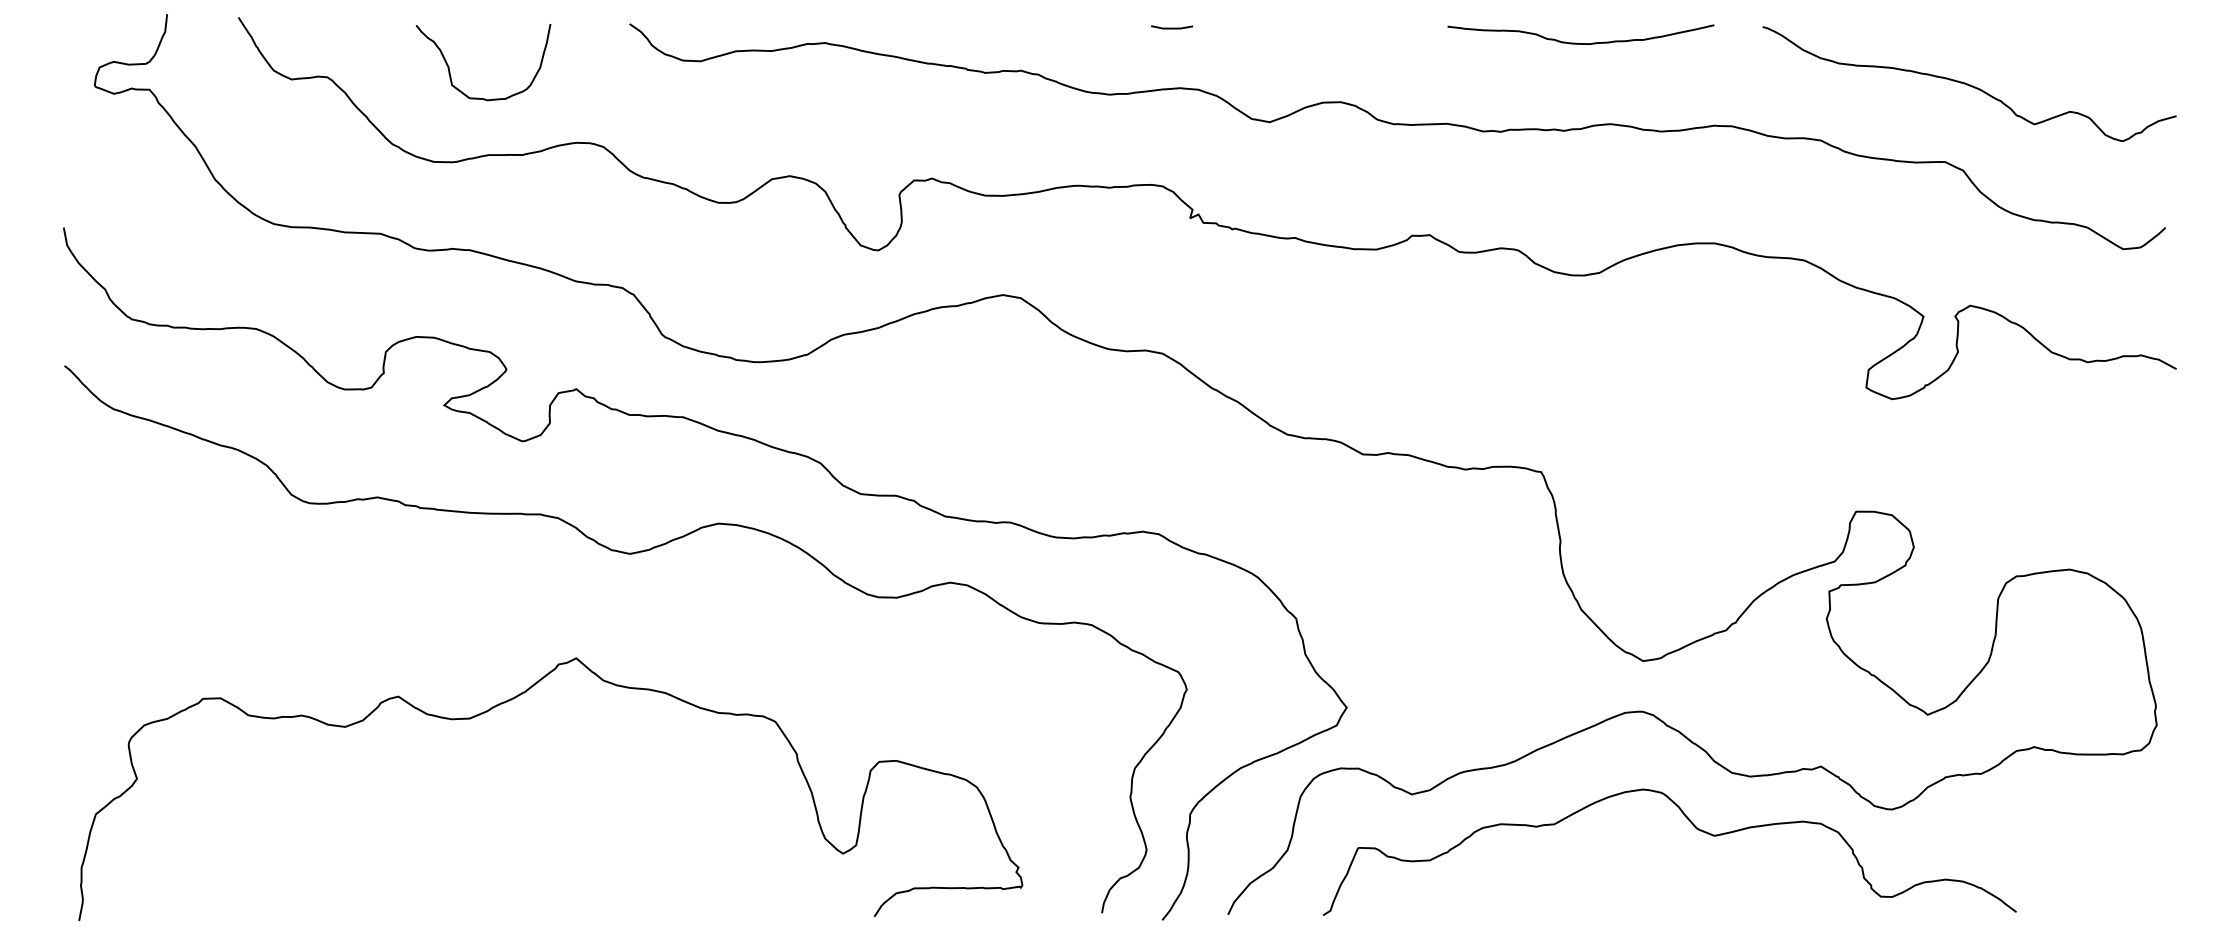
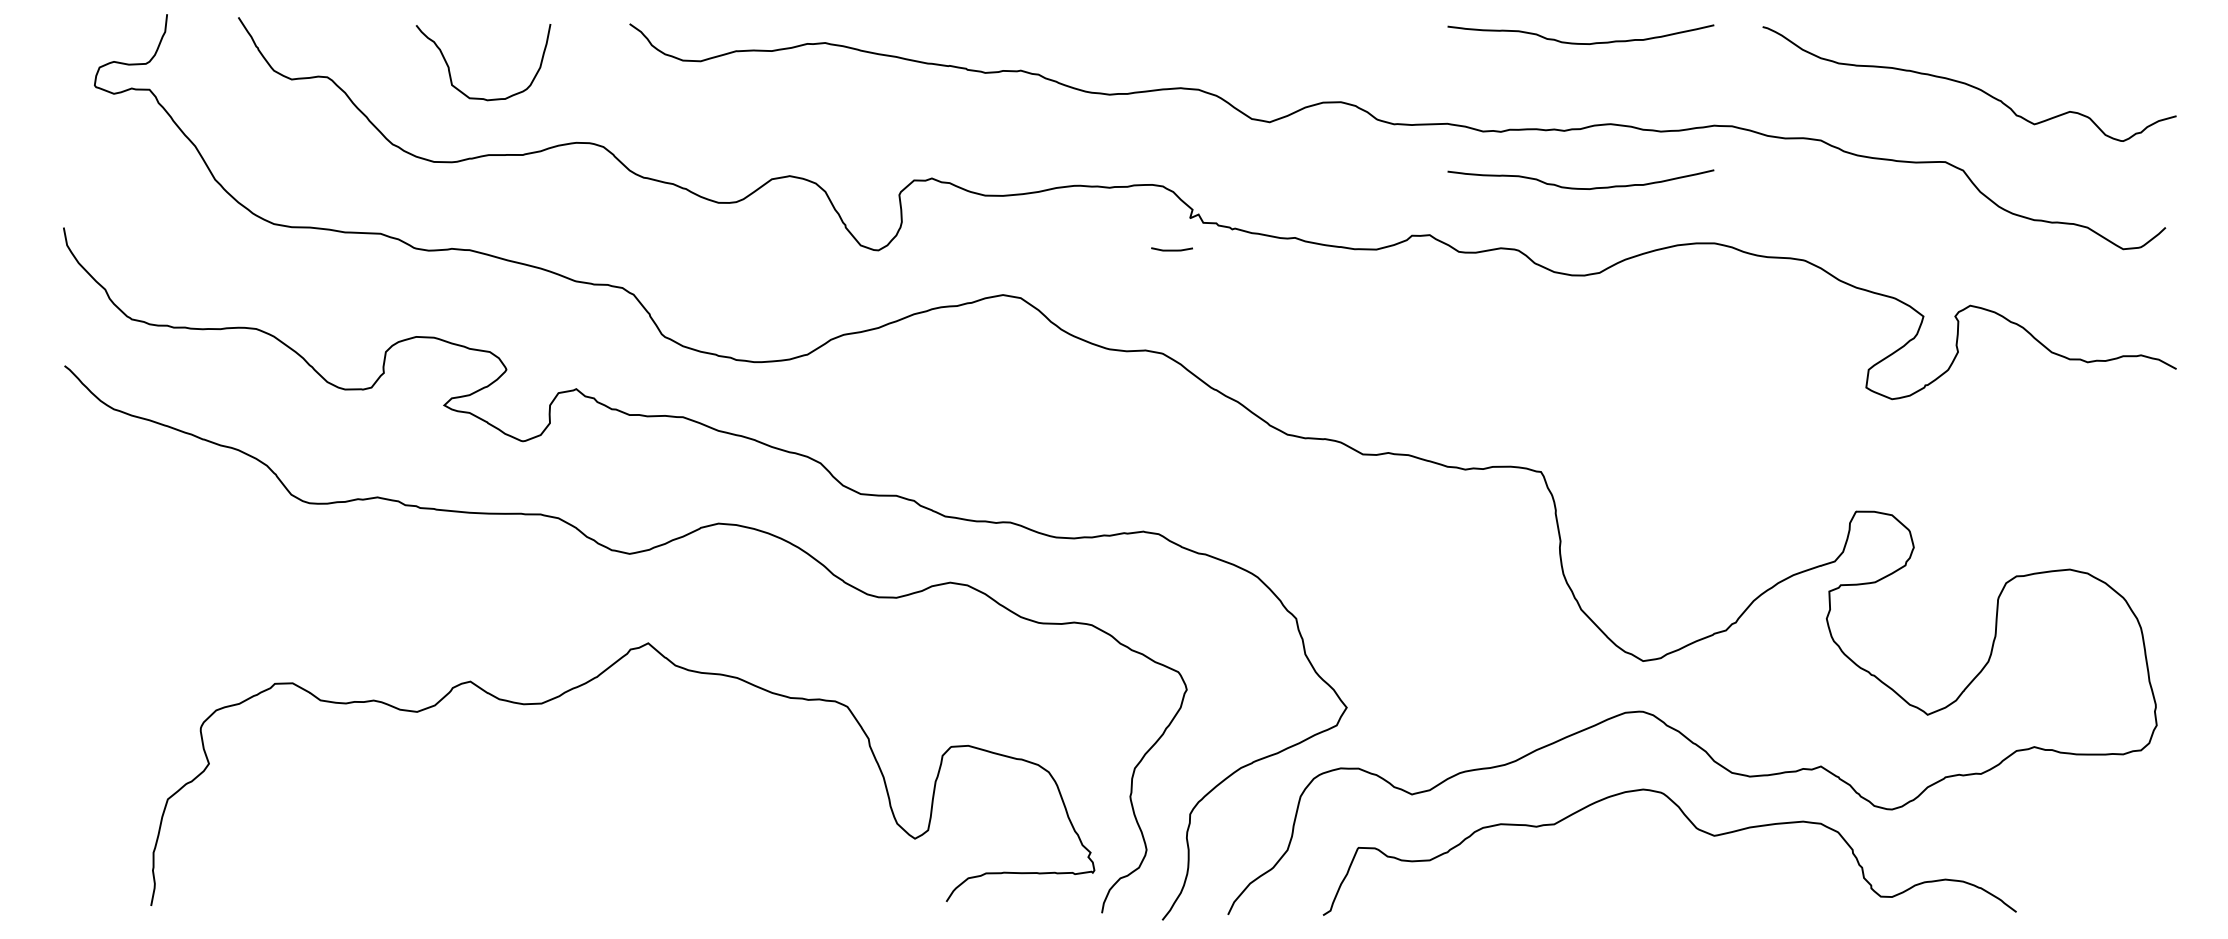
line at (1171, 27) position: (1171, 27) -> (1171, 249)
curve at (1576, 187): none -> present
curve at (507, 702) position: (507, 702) -> (579, 687)
